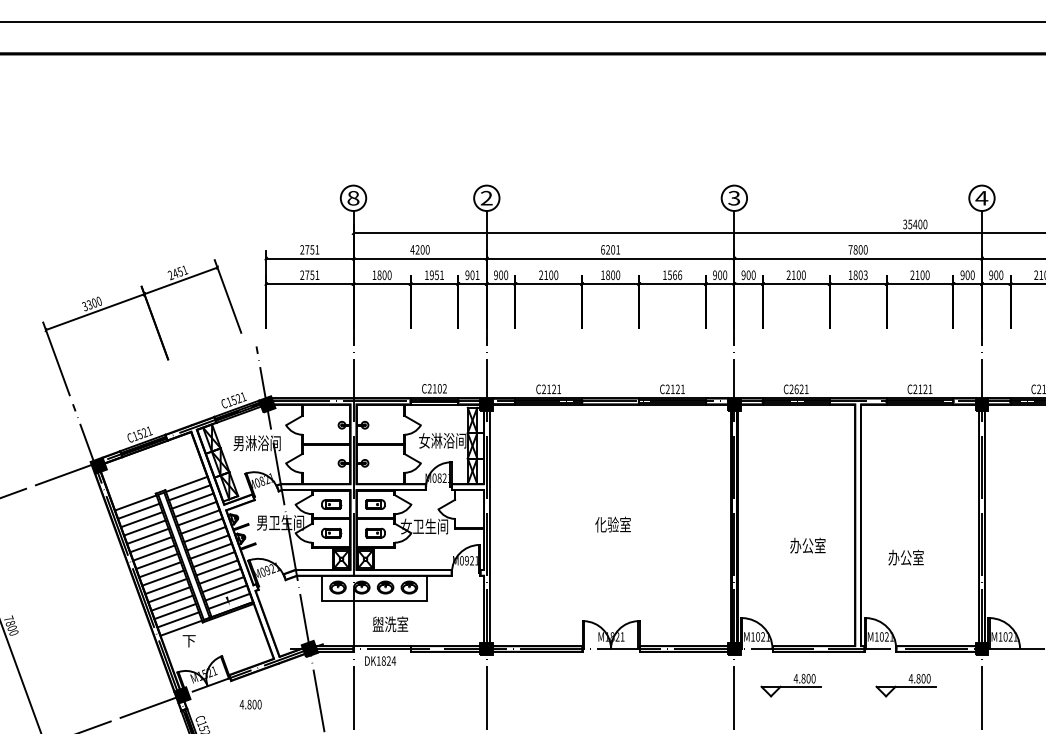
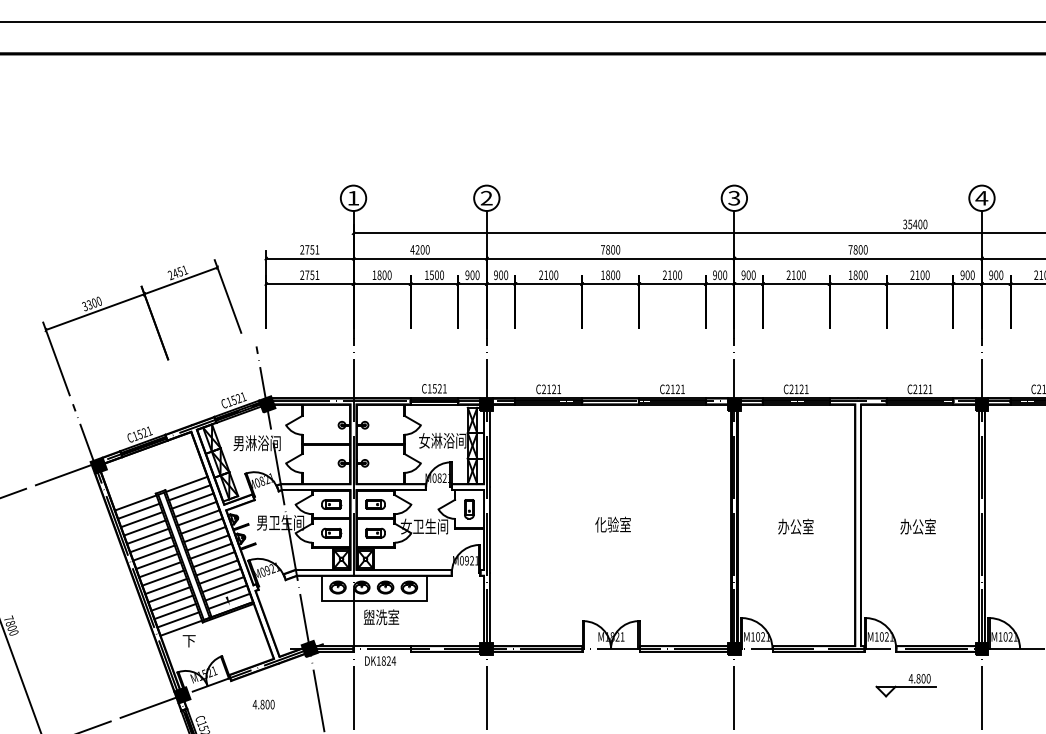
text at (353, 198): 8 -> 1
text at (610, 249): 6201 -> 7800
text at (436, 274): 1951 -> 1500
text at (865, 274): 1803 -> 1800
text at (477, 275): 901 -> 900
text at (672, 275): 1566 -> 2100
text at (436, 388): C2102 -> C1521
text at (796, 389): C2621 -> C2121
part at (469, 509): none -> present
text at (807, 545) position: (807, 545) -> (795, 526)
text at (905, 557) position: (905, 557) -> (917, 526)
text at (390, 623) position: (390, 623) -> (381, 616)
part at (790, 685): present -> none
text at (250, 704) position: (250, 704) -> (263, 704)
